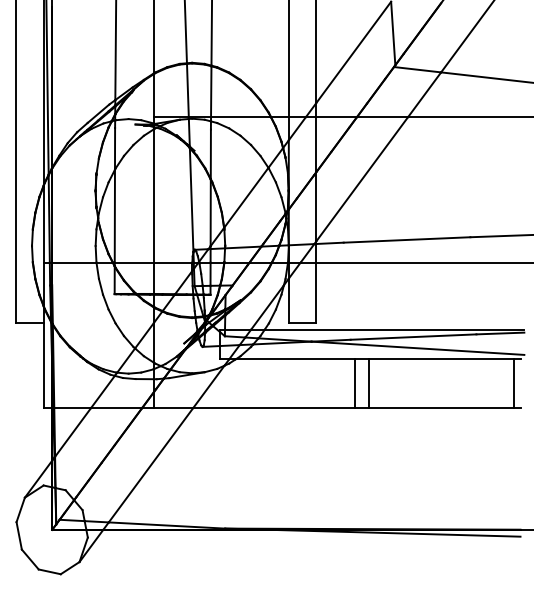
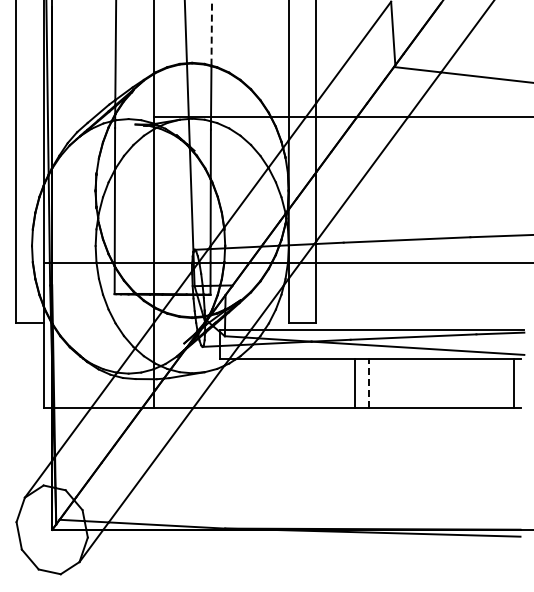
line at (211, 32): solid -> dashed
line at (368, 383): solid -> dashed
